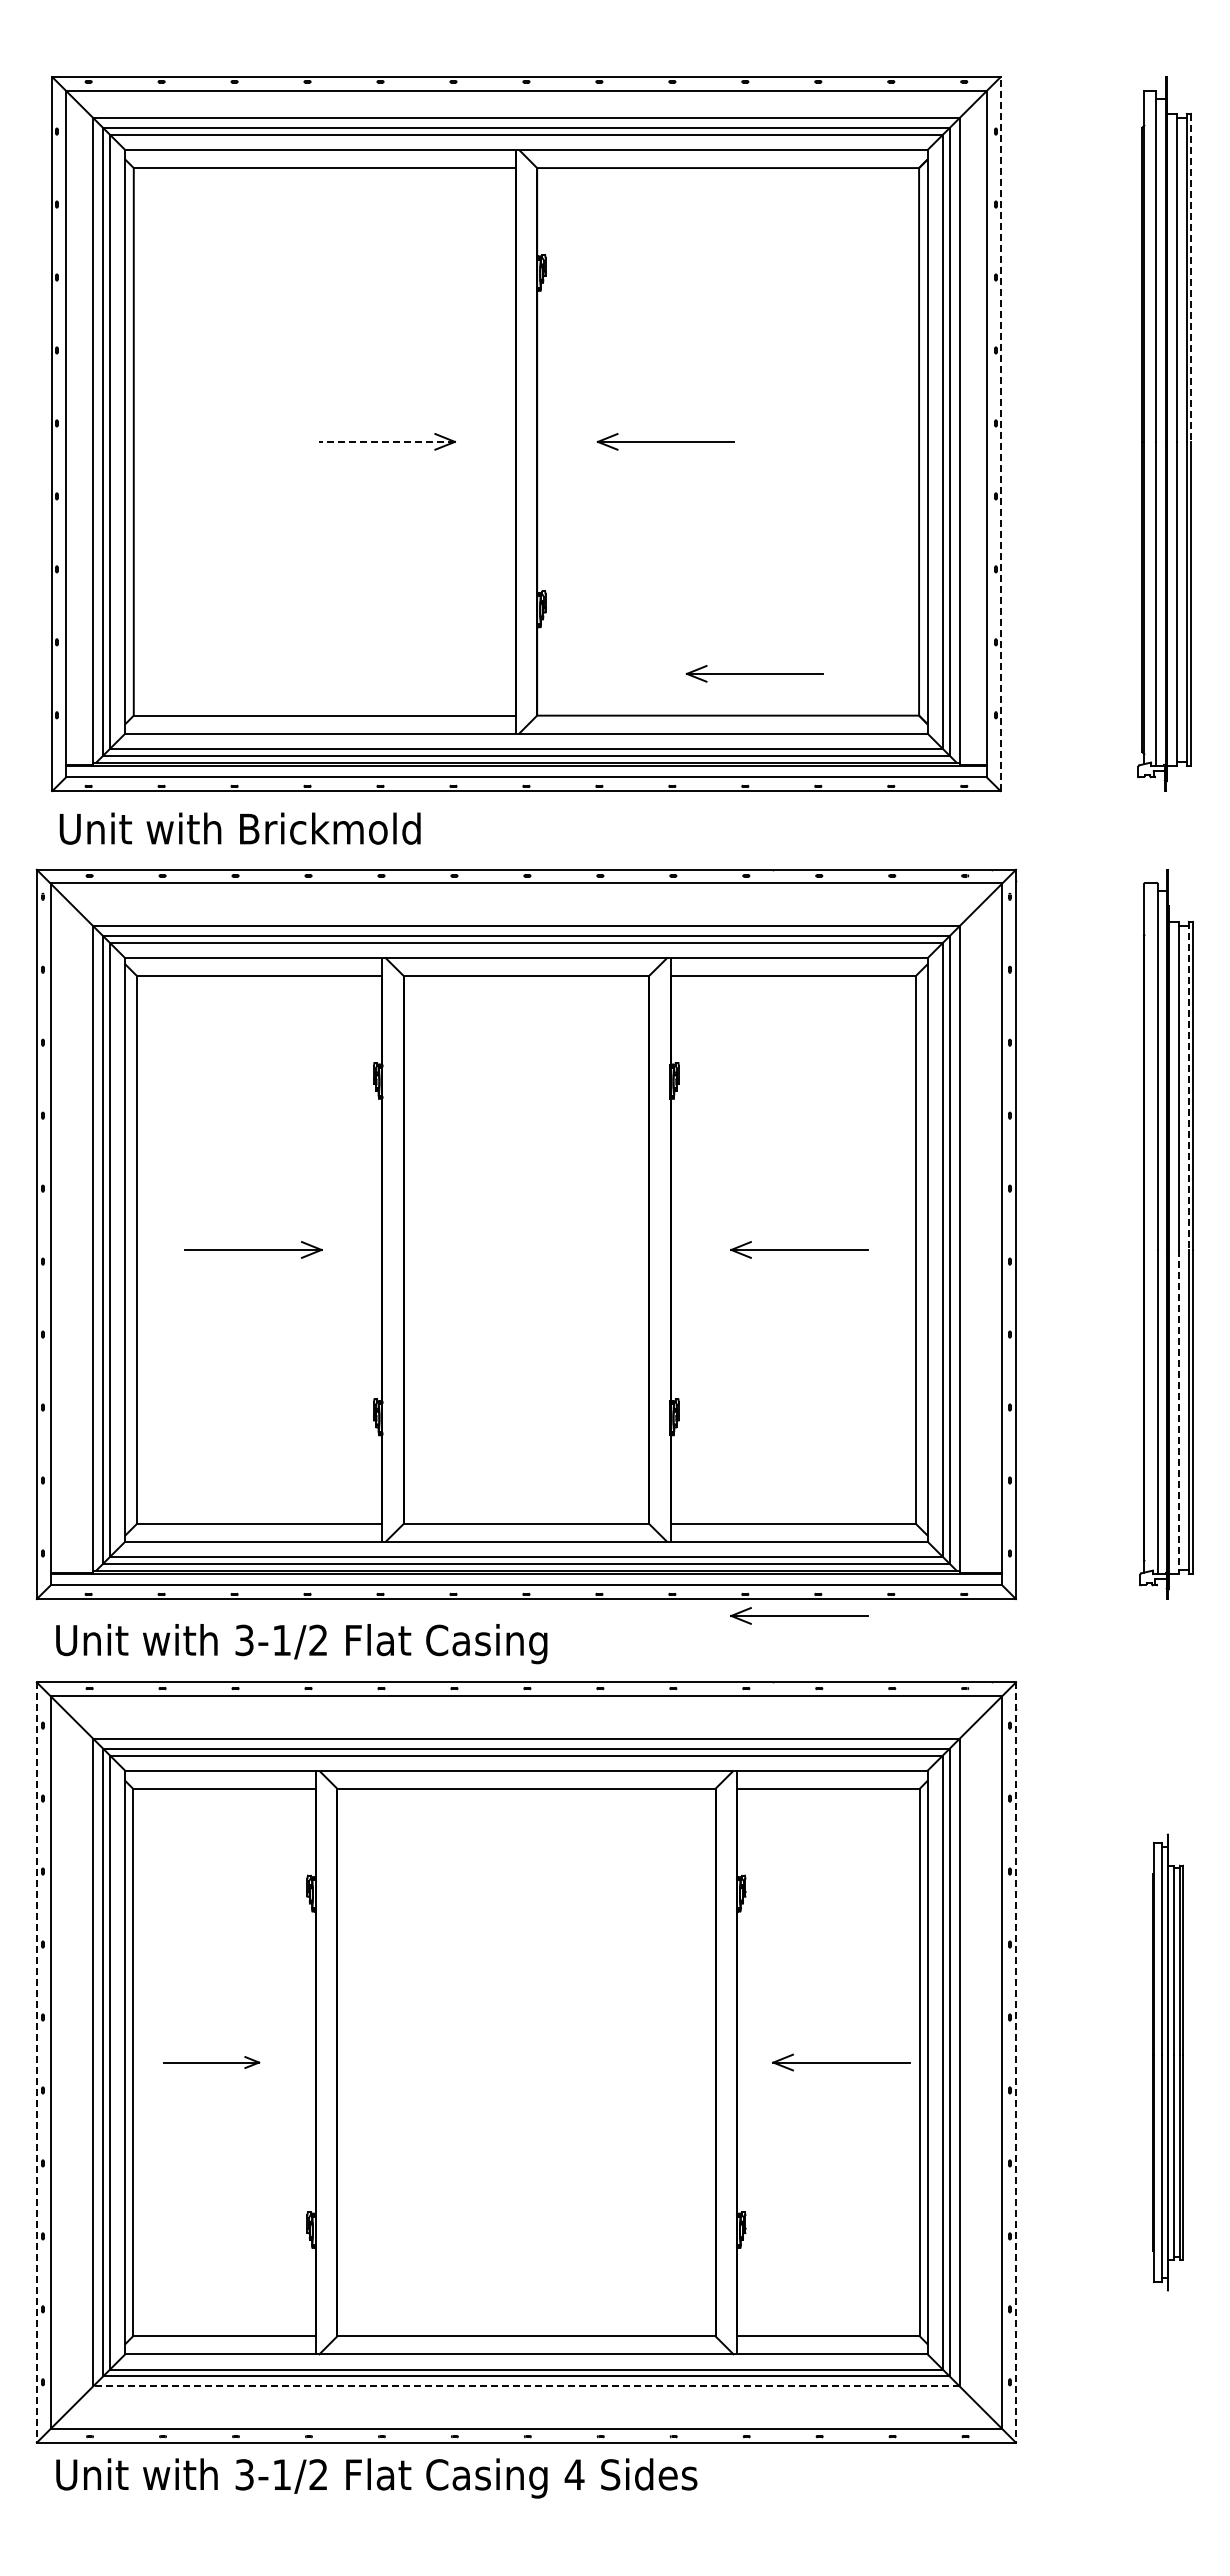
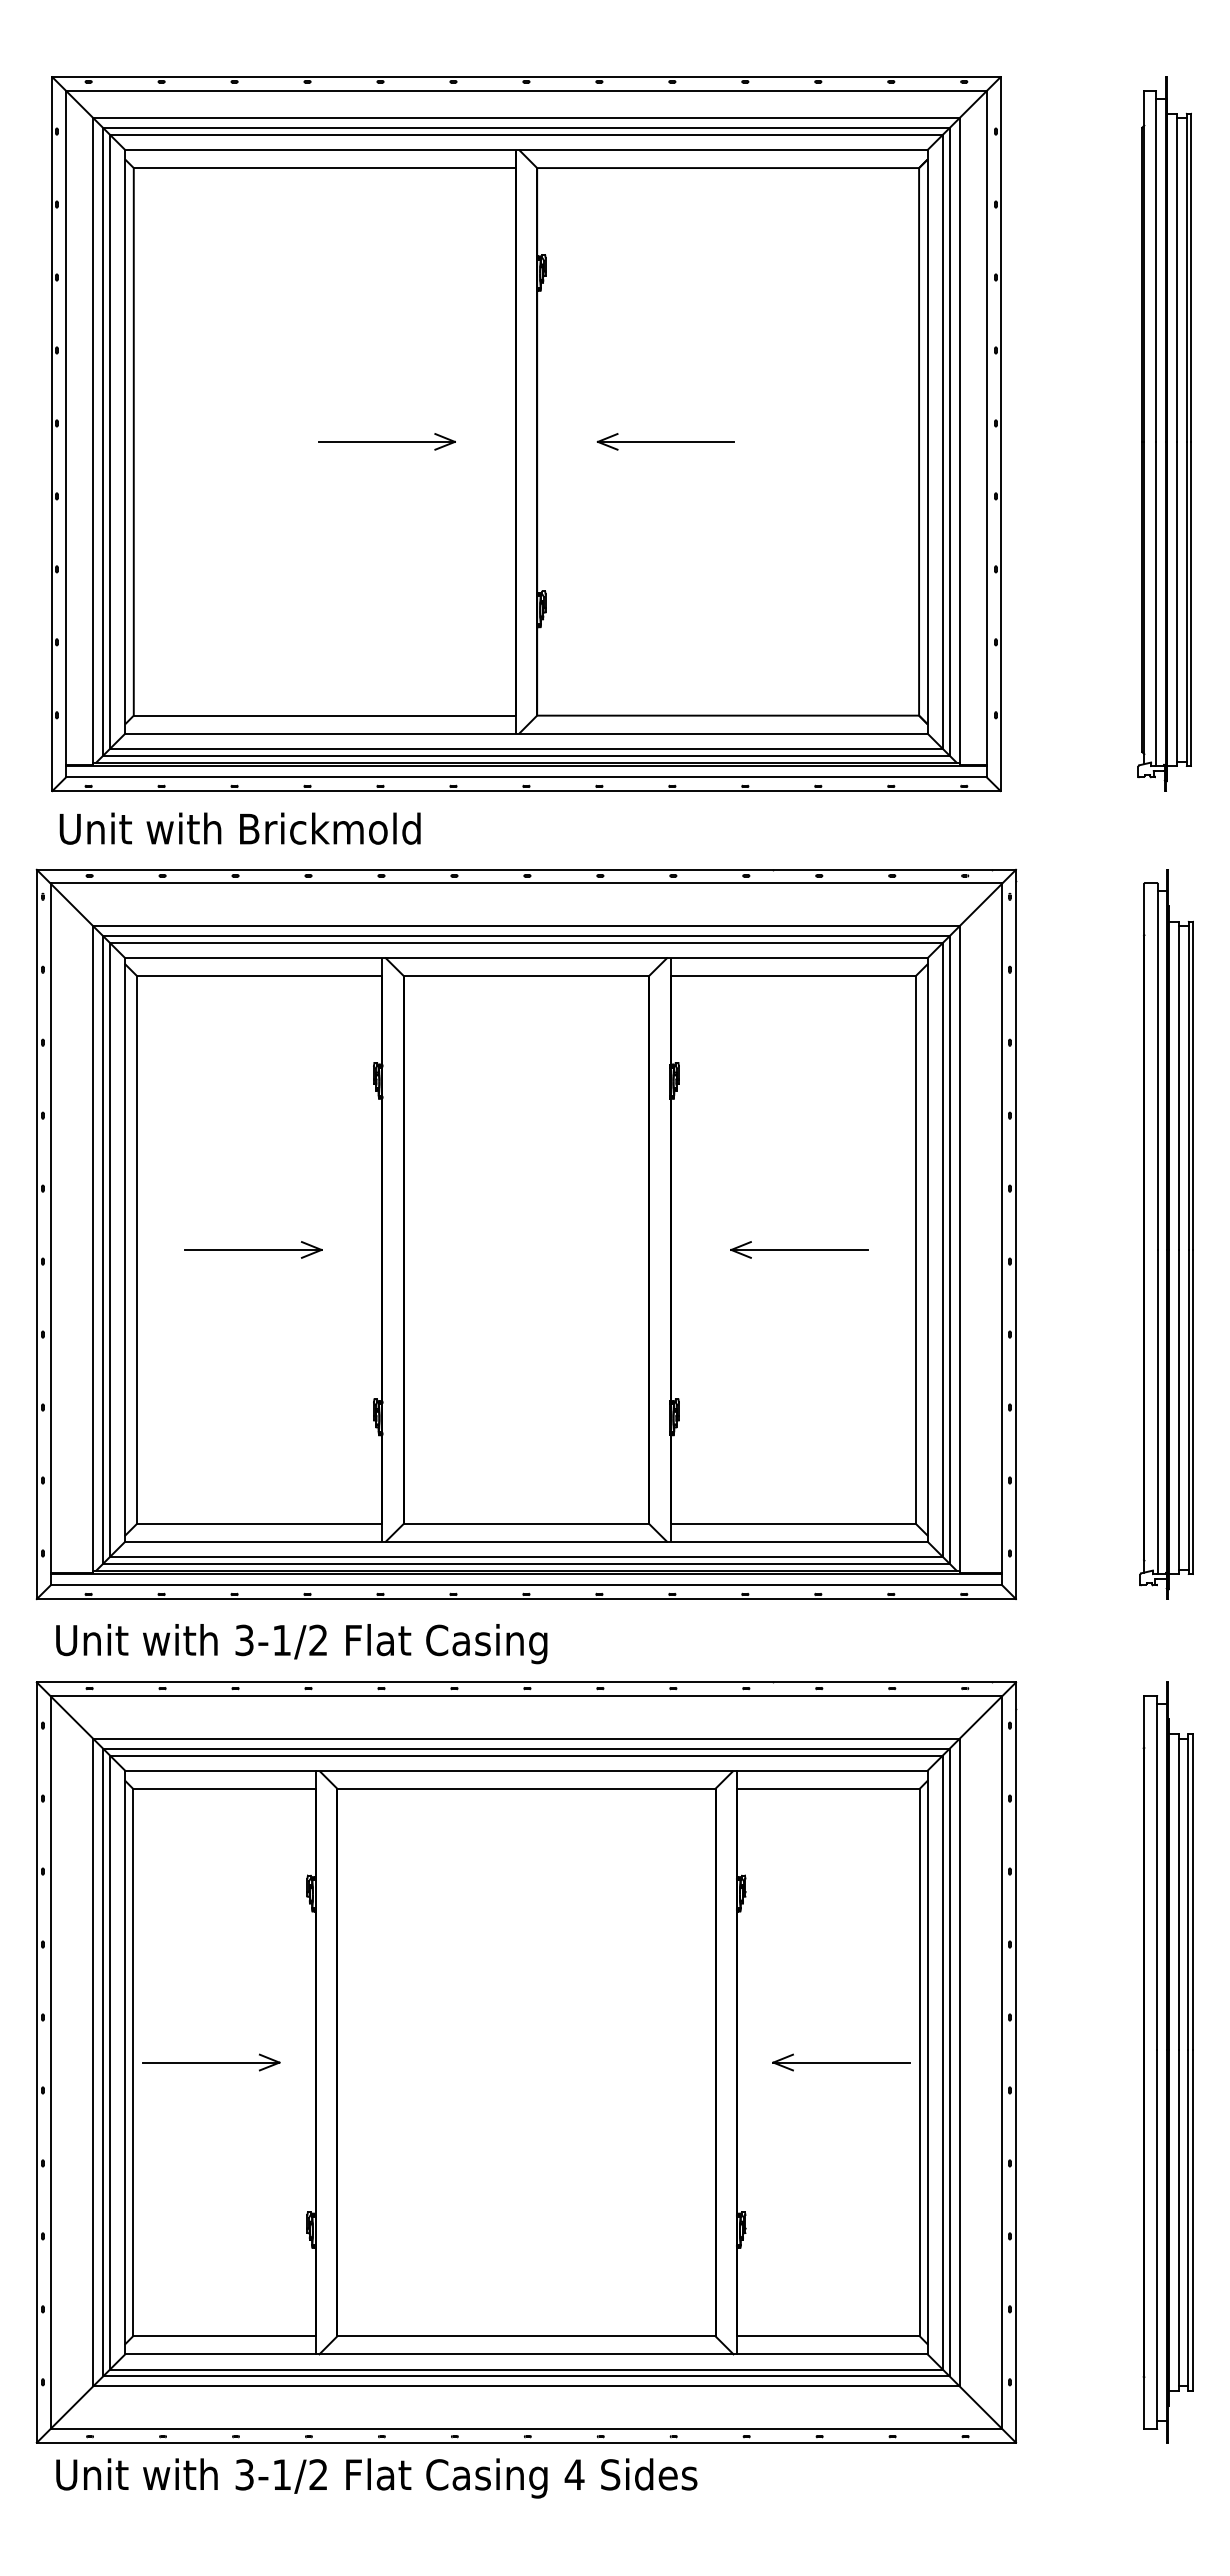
line at (1191, 278): dashed -> solid
line at (1000, 434): dashed -> solid
line at (386, 441): dashed -> solid
part at (754, 673): present -> none
line at (1188, 1086): dashed -> solid
line at (1178, 1412): dashed -> solid
part at (799, 1615): present -> none
part at (211, 2062) size: 98x13 px -> 139x19 px
part at (1167, 2062) size: 32x459 px -> 52x763 px
line at (36, 2063): dashed -> solid
line at (1016, 2063): dashed -> solid
line at (526, 2386): dashed -> solid
